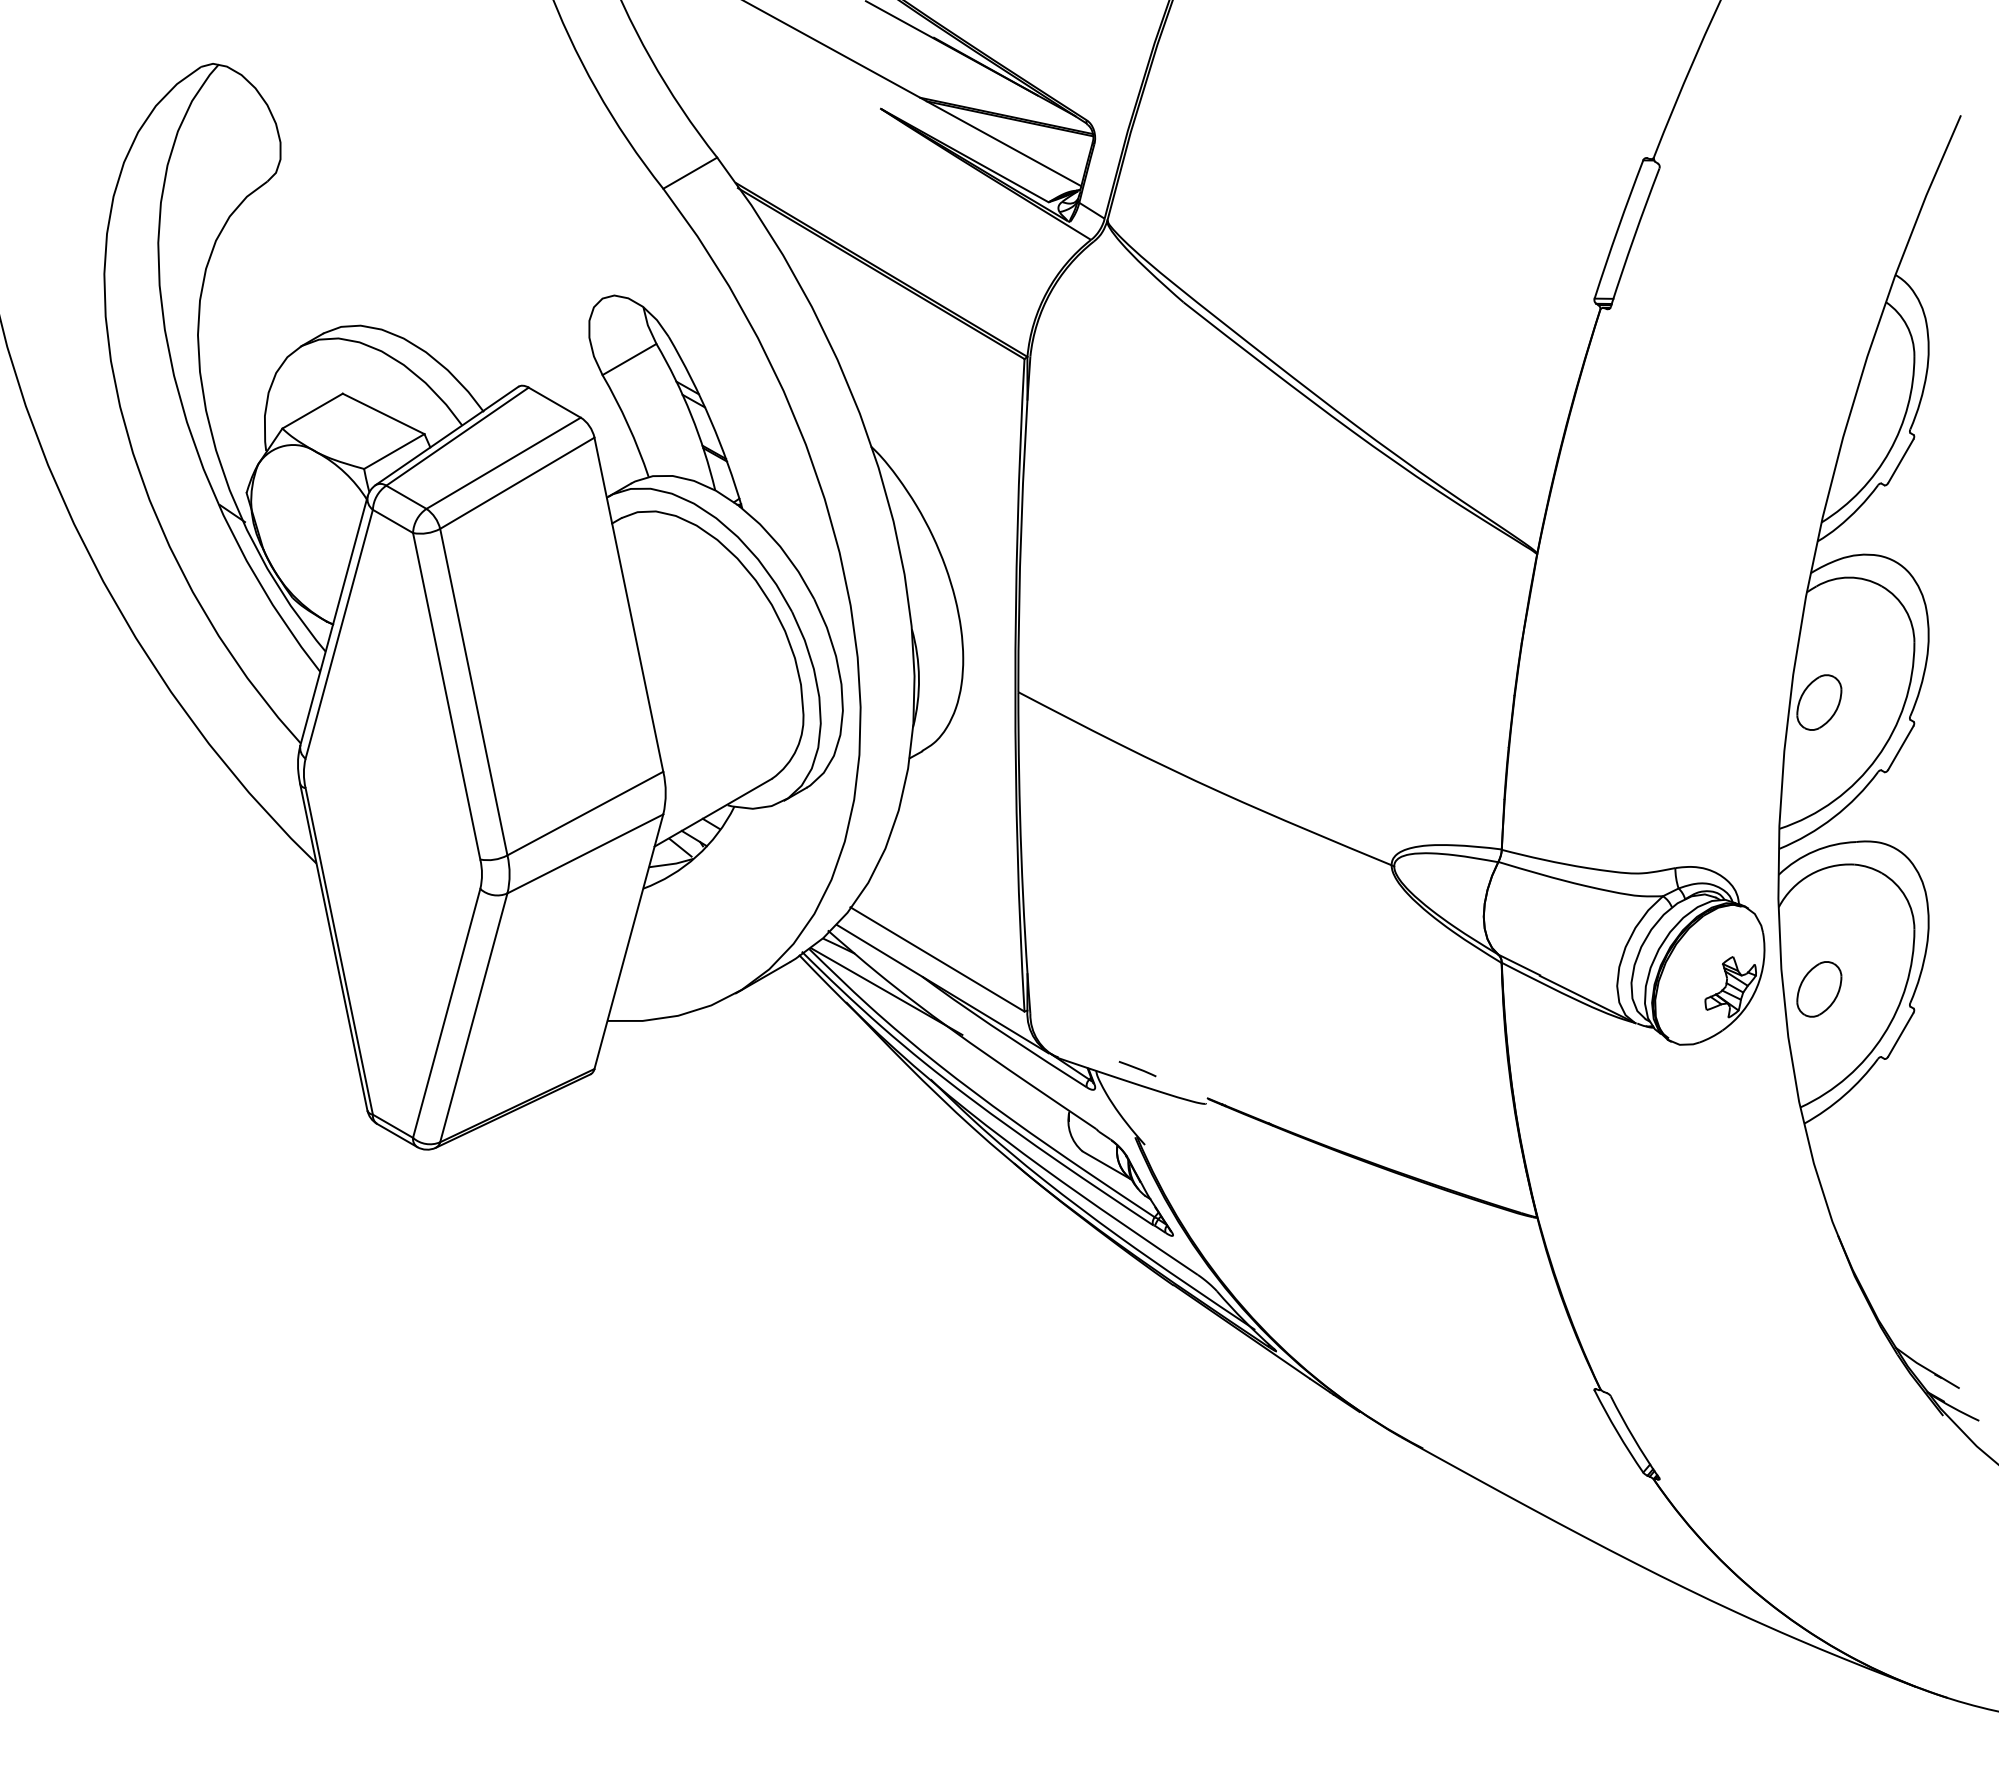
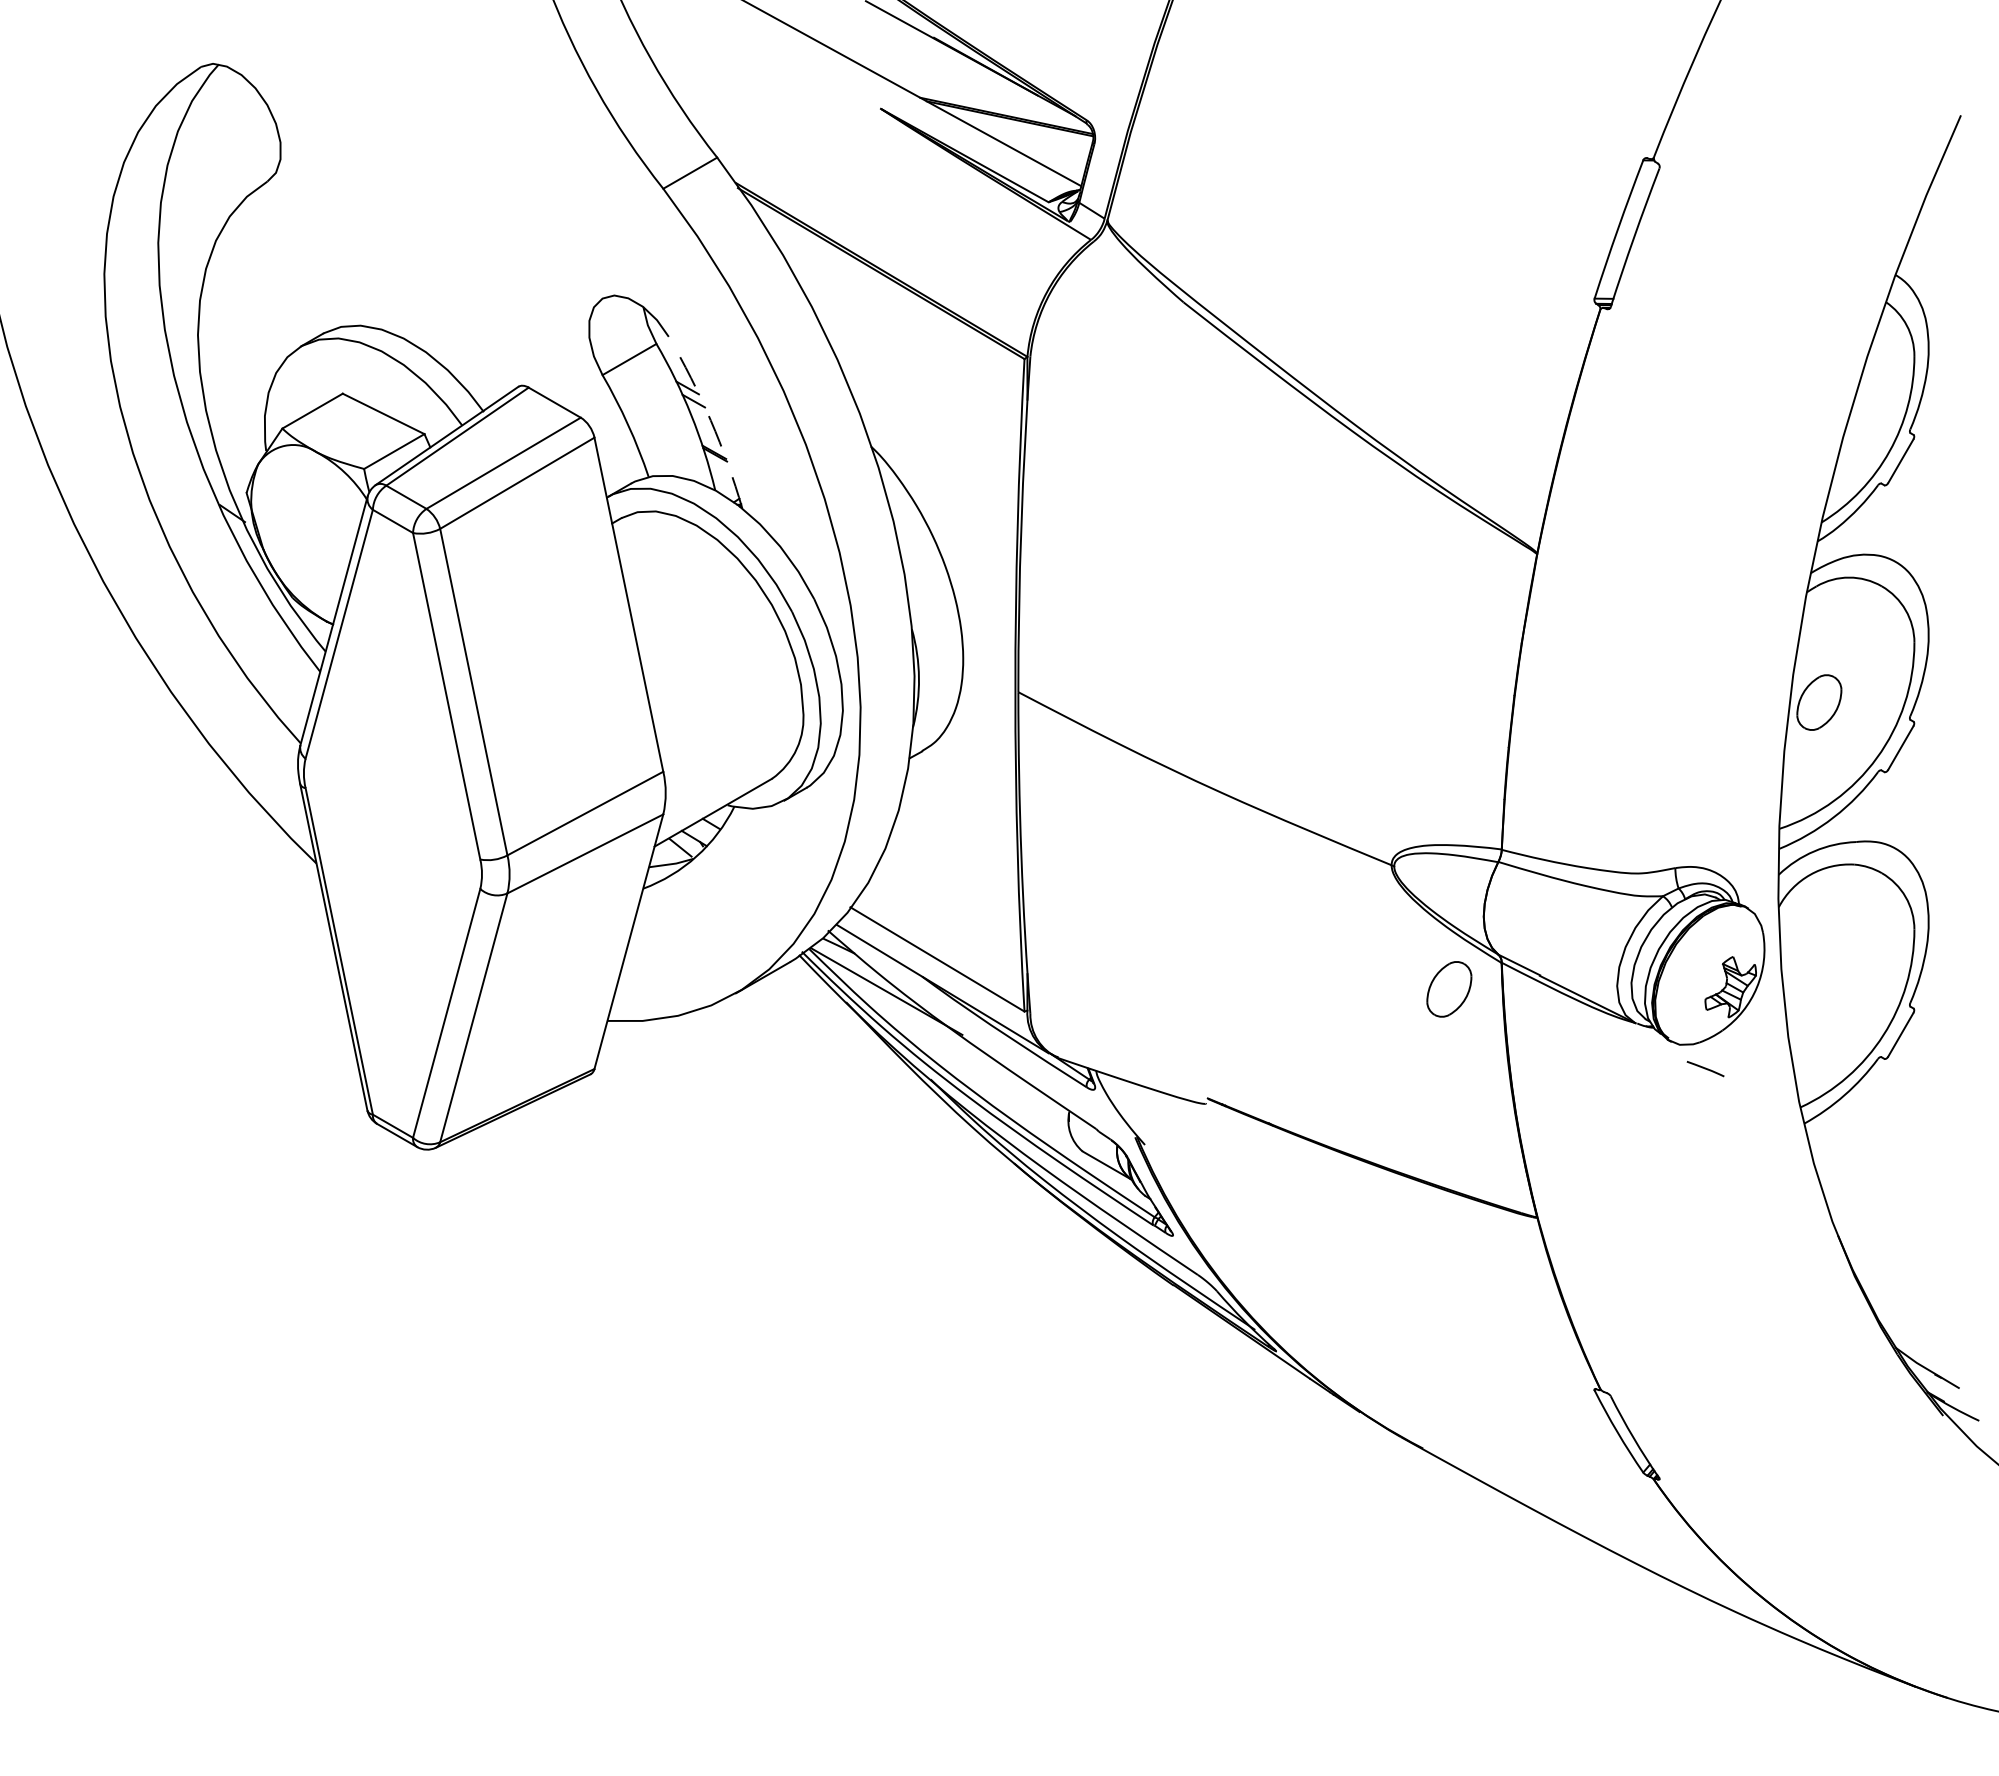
arc at (710, 420): solid -> dashed
part at (1819, 989) position: (1819, 989) -> (1449, 989)
line at (1137, 1069) position: (1137, 1069) -> (1705, 1069)
